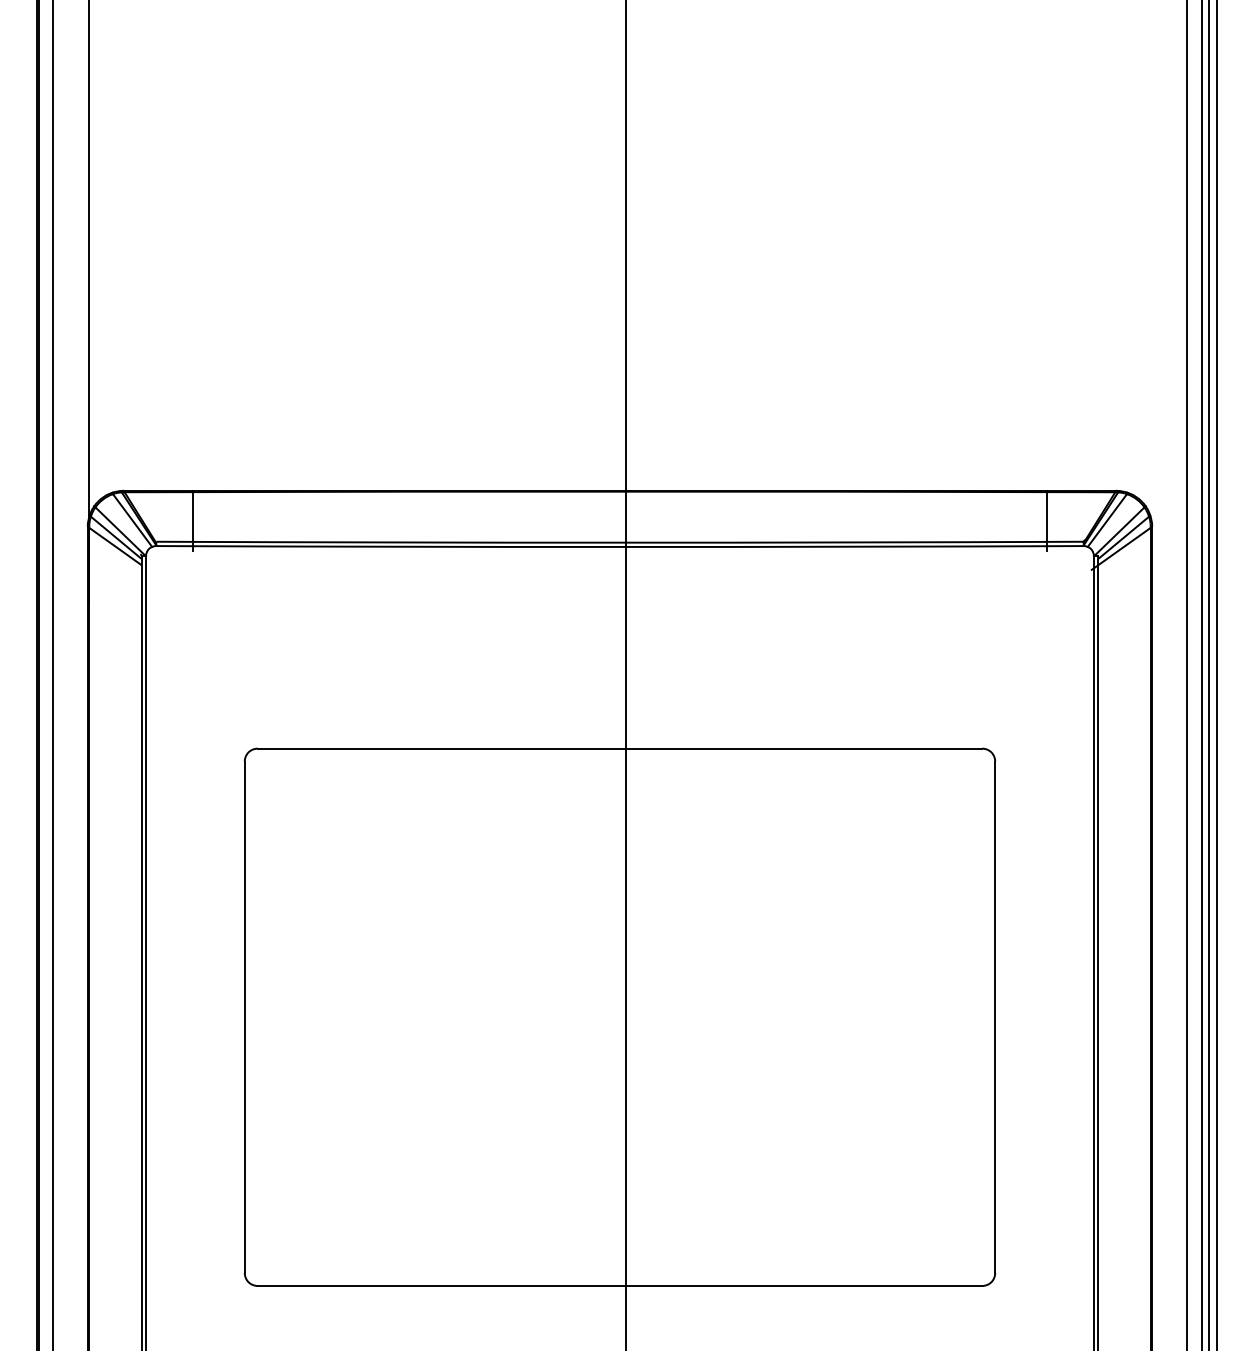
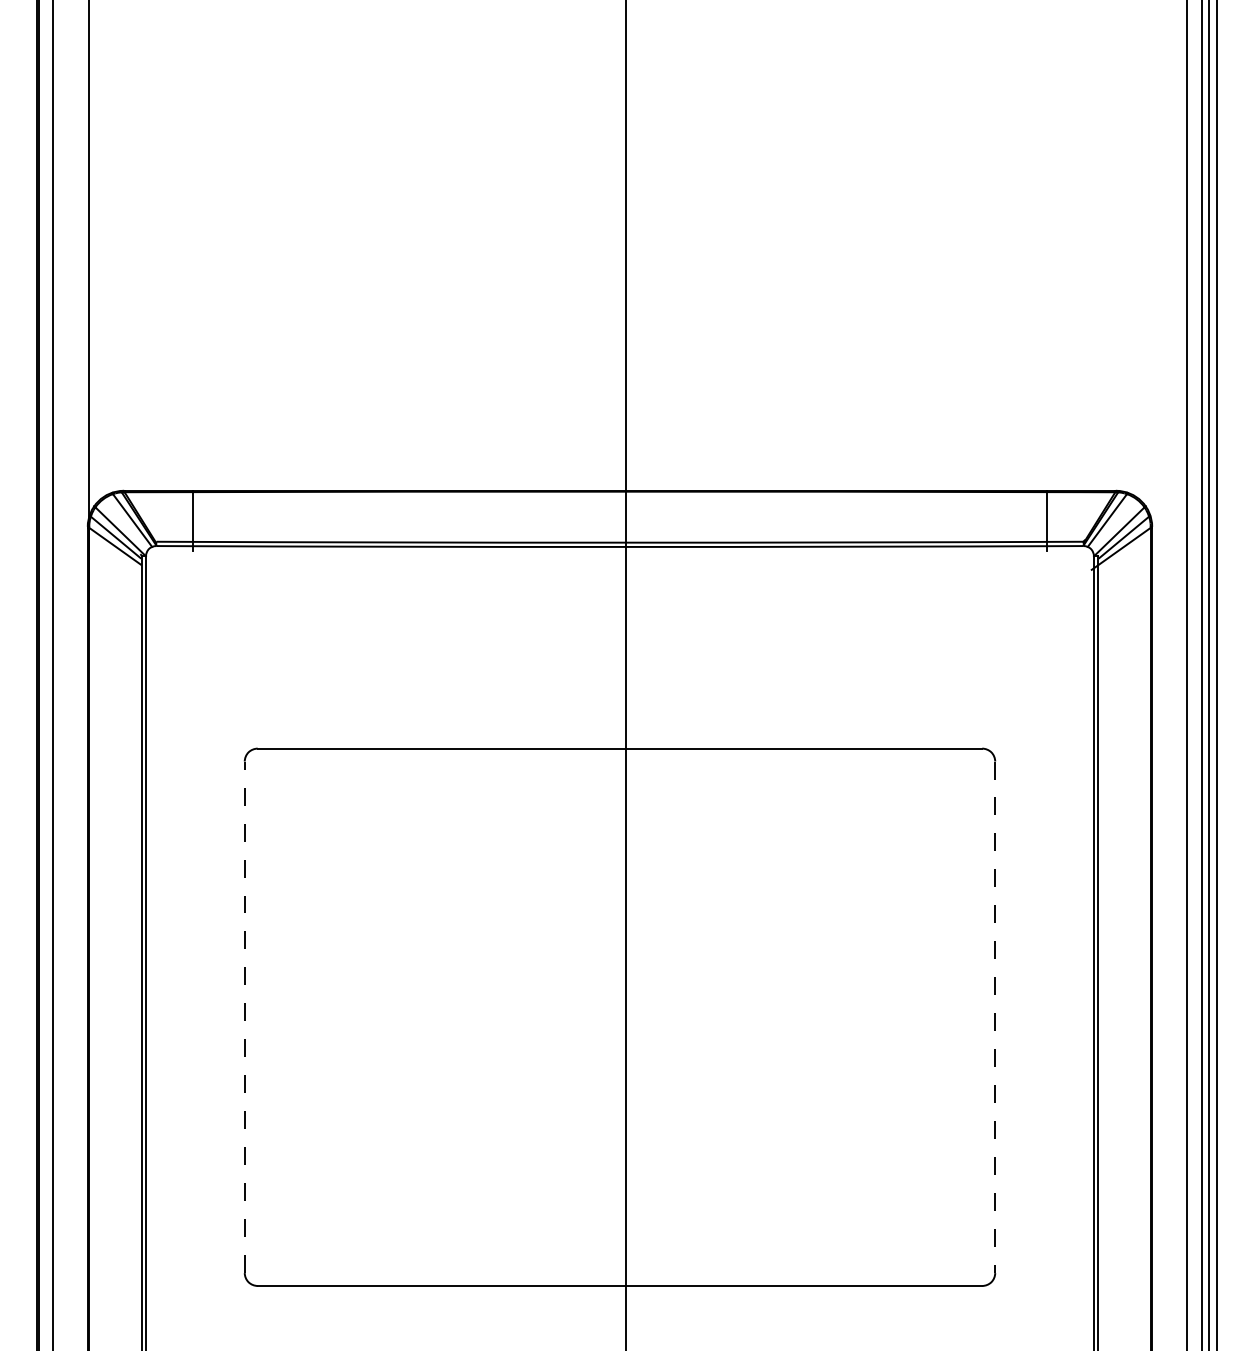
line at (244, 1017): solid -> dashed
line at (995, 1017): solid -> dashed
